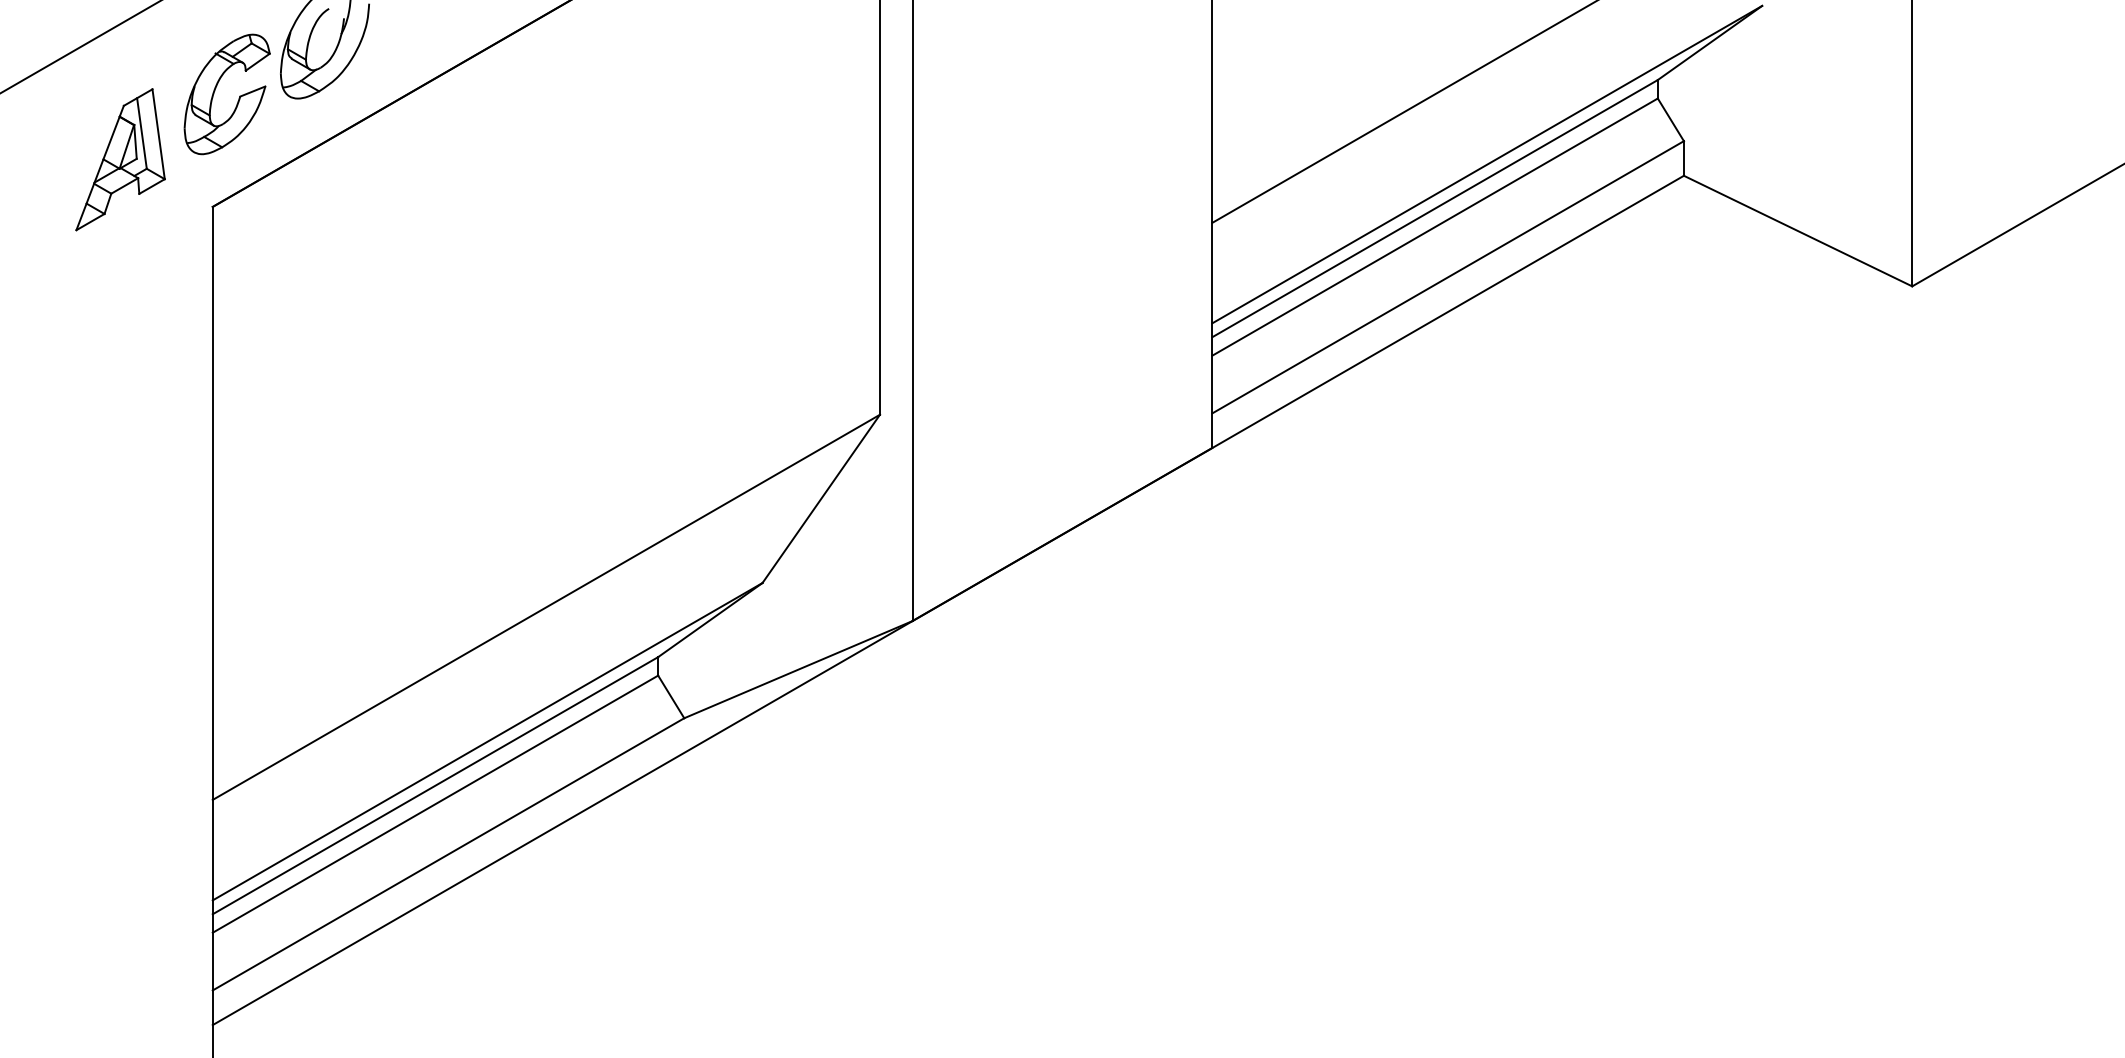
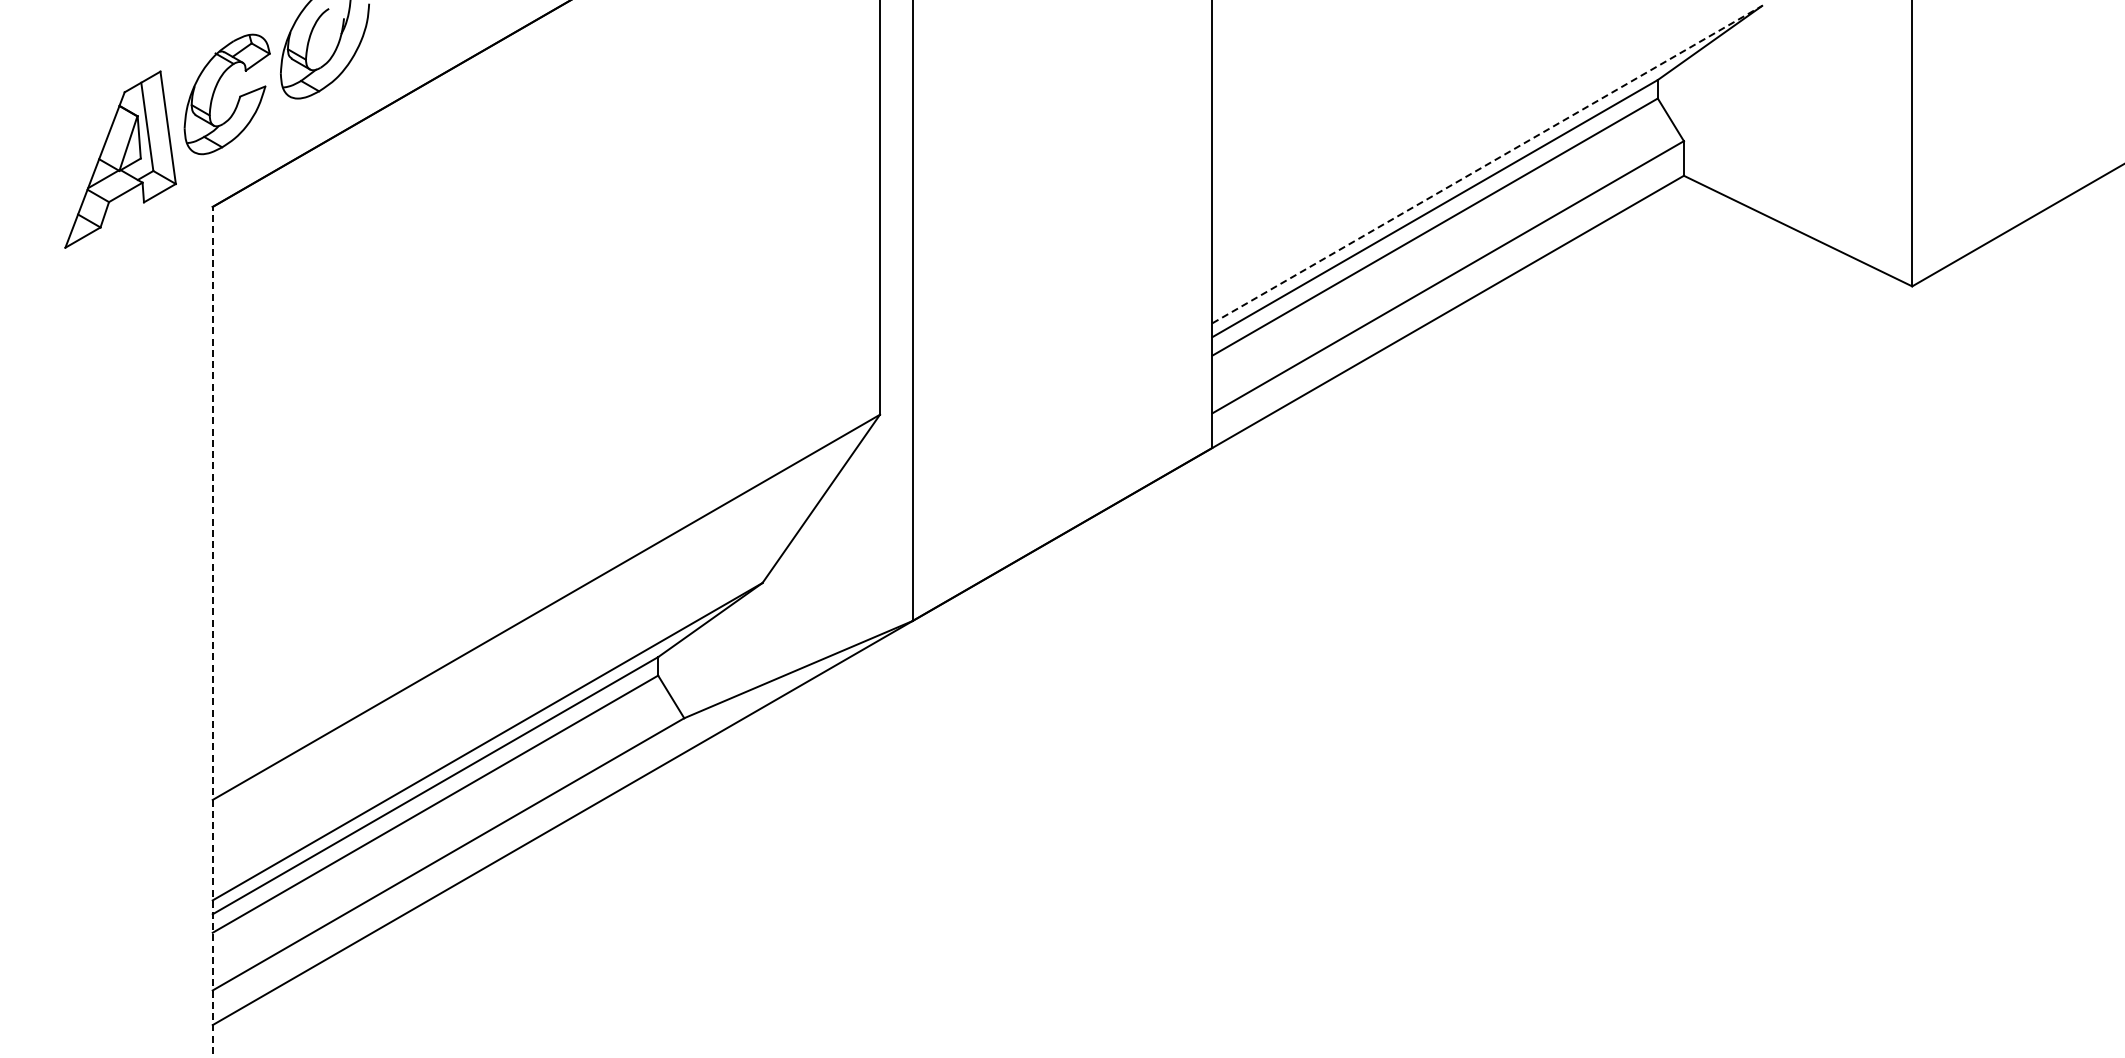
line at (80, 47): present -> none
line at (1403, 112): present -> none
part at (120, 159) size: 91x144 px -> 113x179 px
line at (1487, 164): solid -> dashed
line at (212, 631): solid -> dashed
